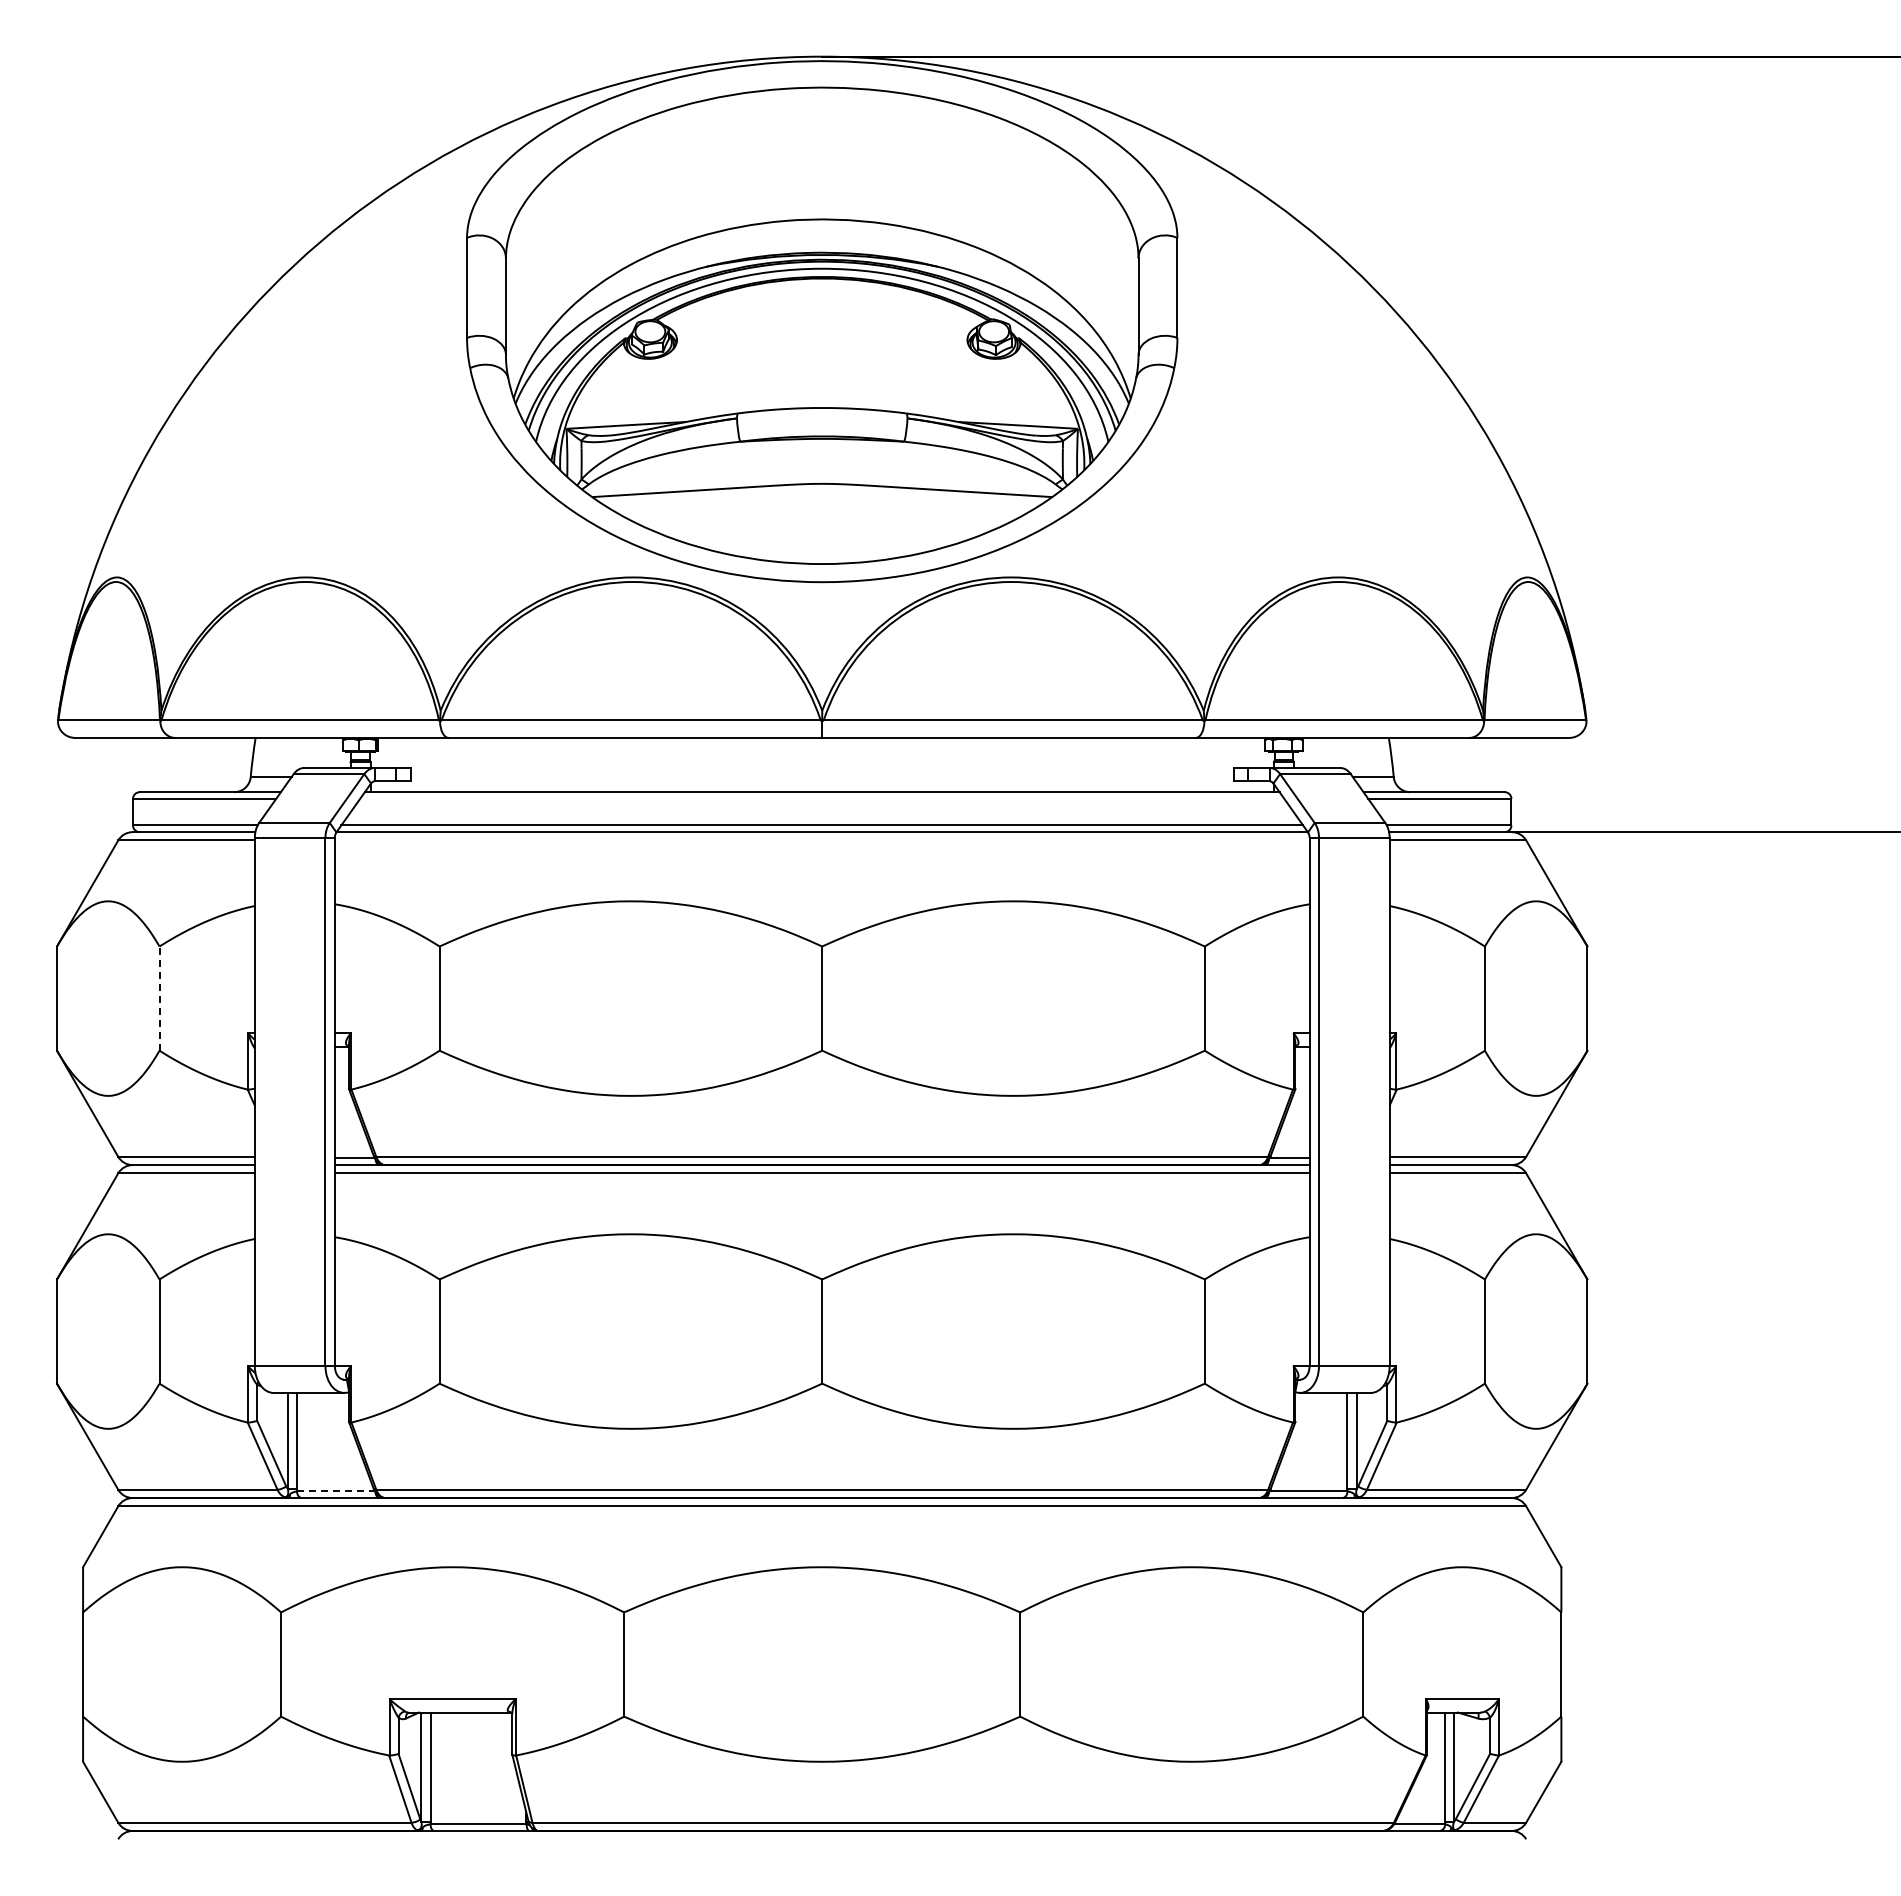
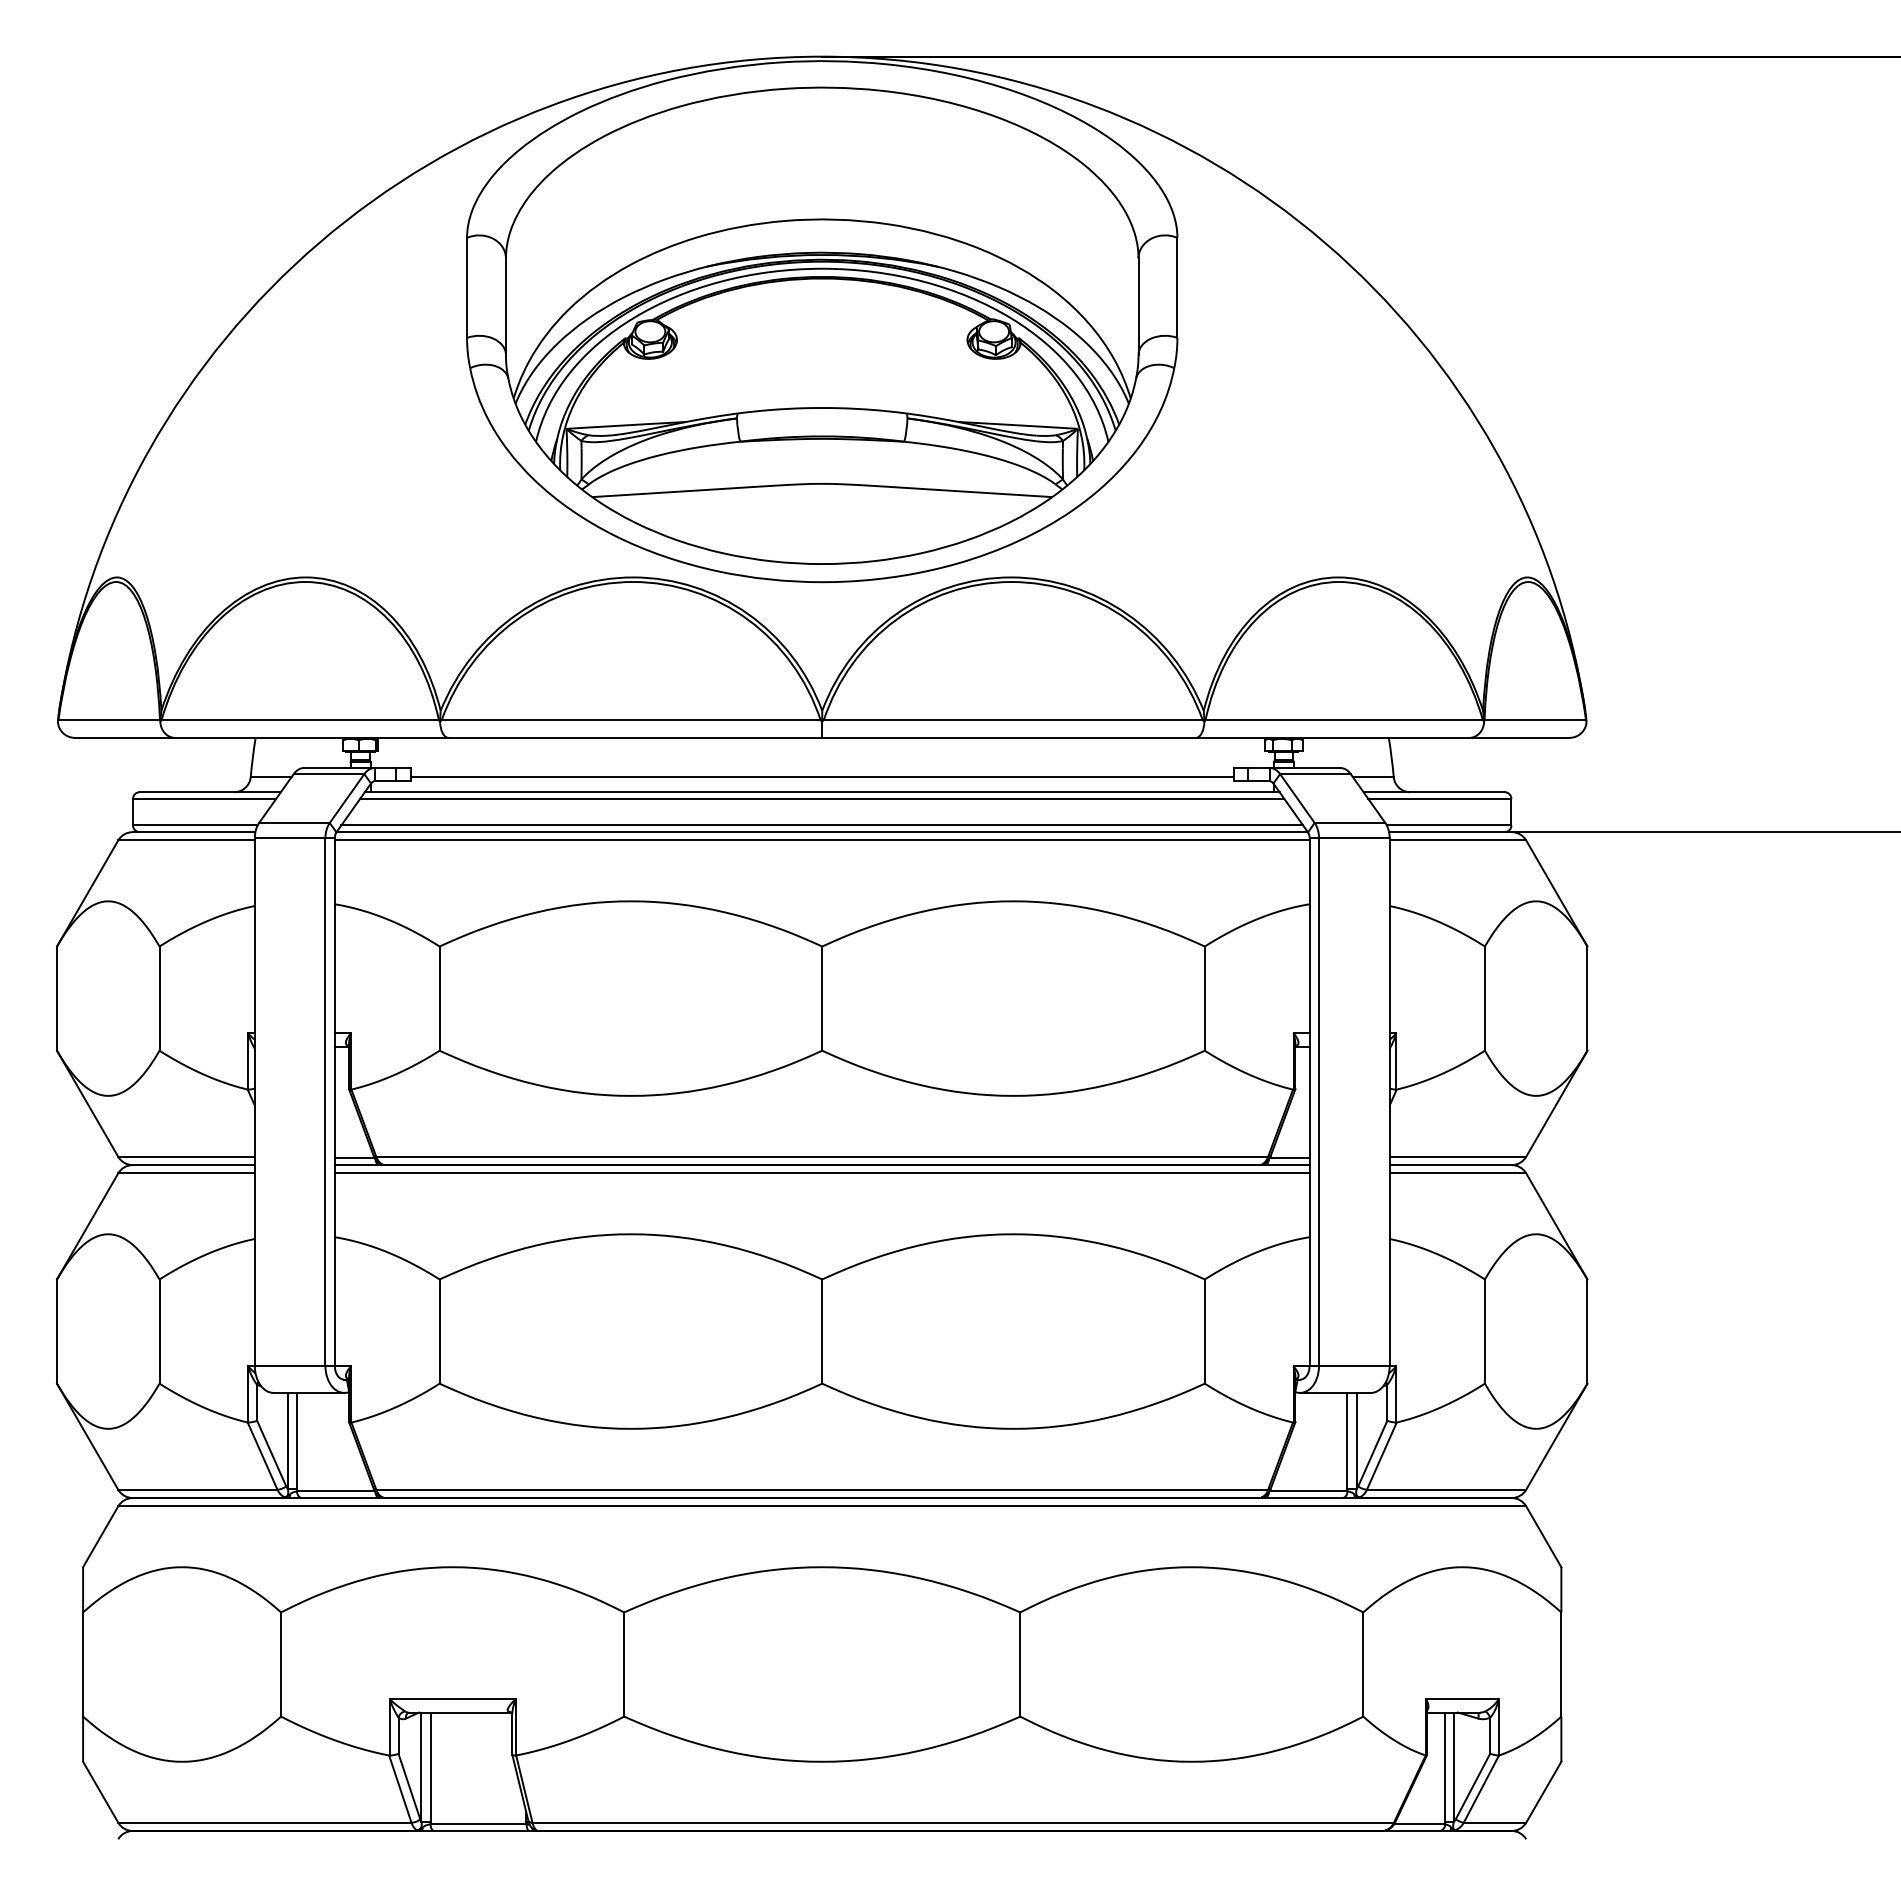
line at (821, 777): none -> present
line at (822, 798): none -> present
line at (821, 840): none -> present
line at (159, 998): dashed -> solid
line at (335, 1491): dashed -> solid
